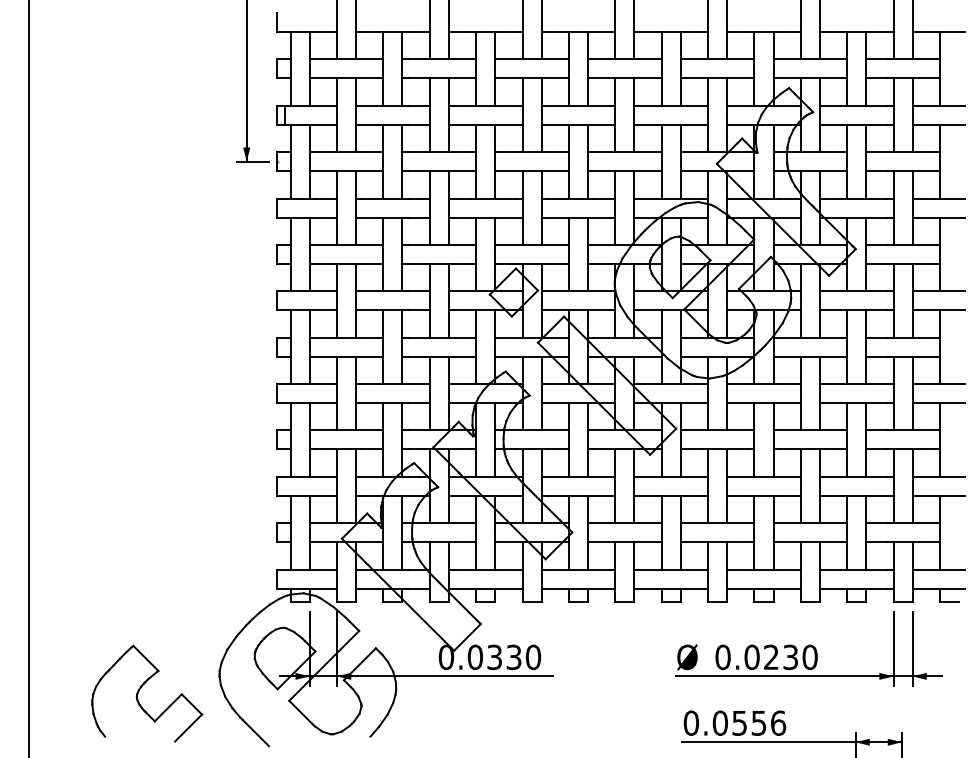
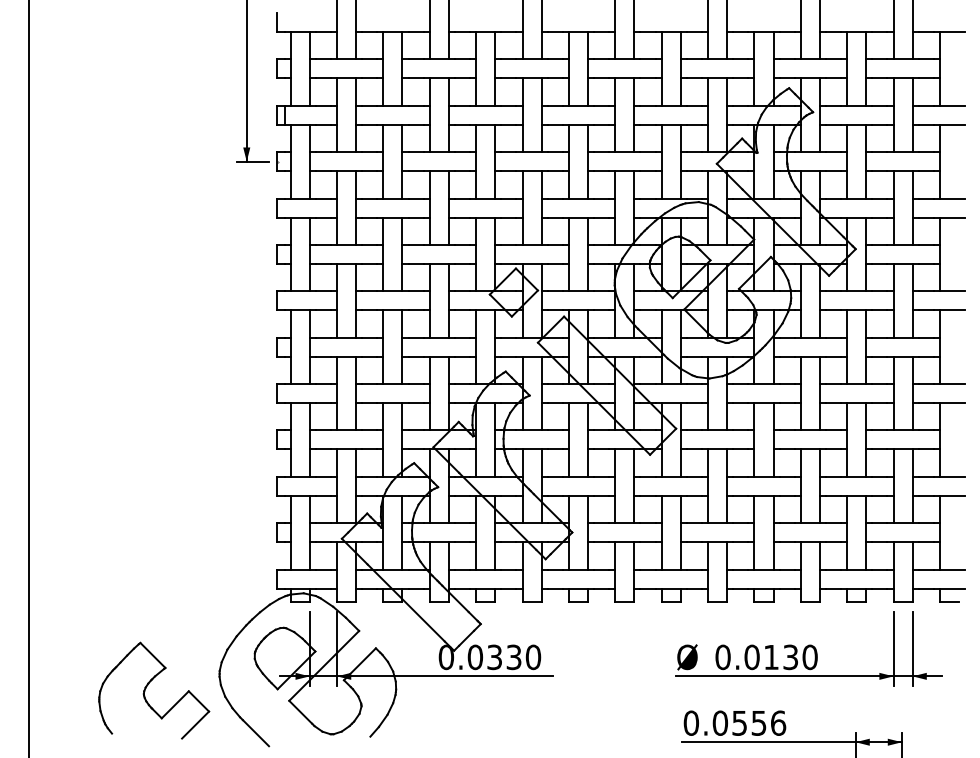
text at (771, 656): 0.0230 -> 0.0130
part at (141, 688) position: (141, 688) -> (148, 685)
